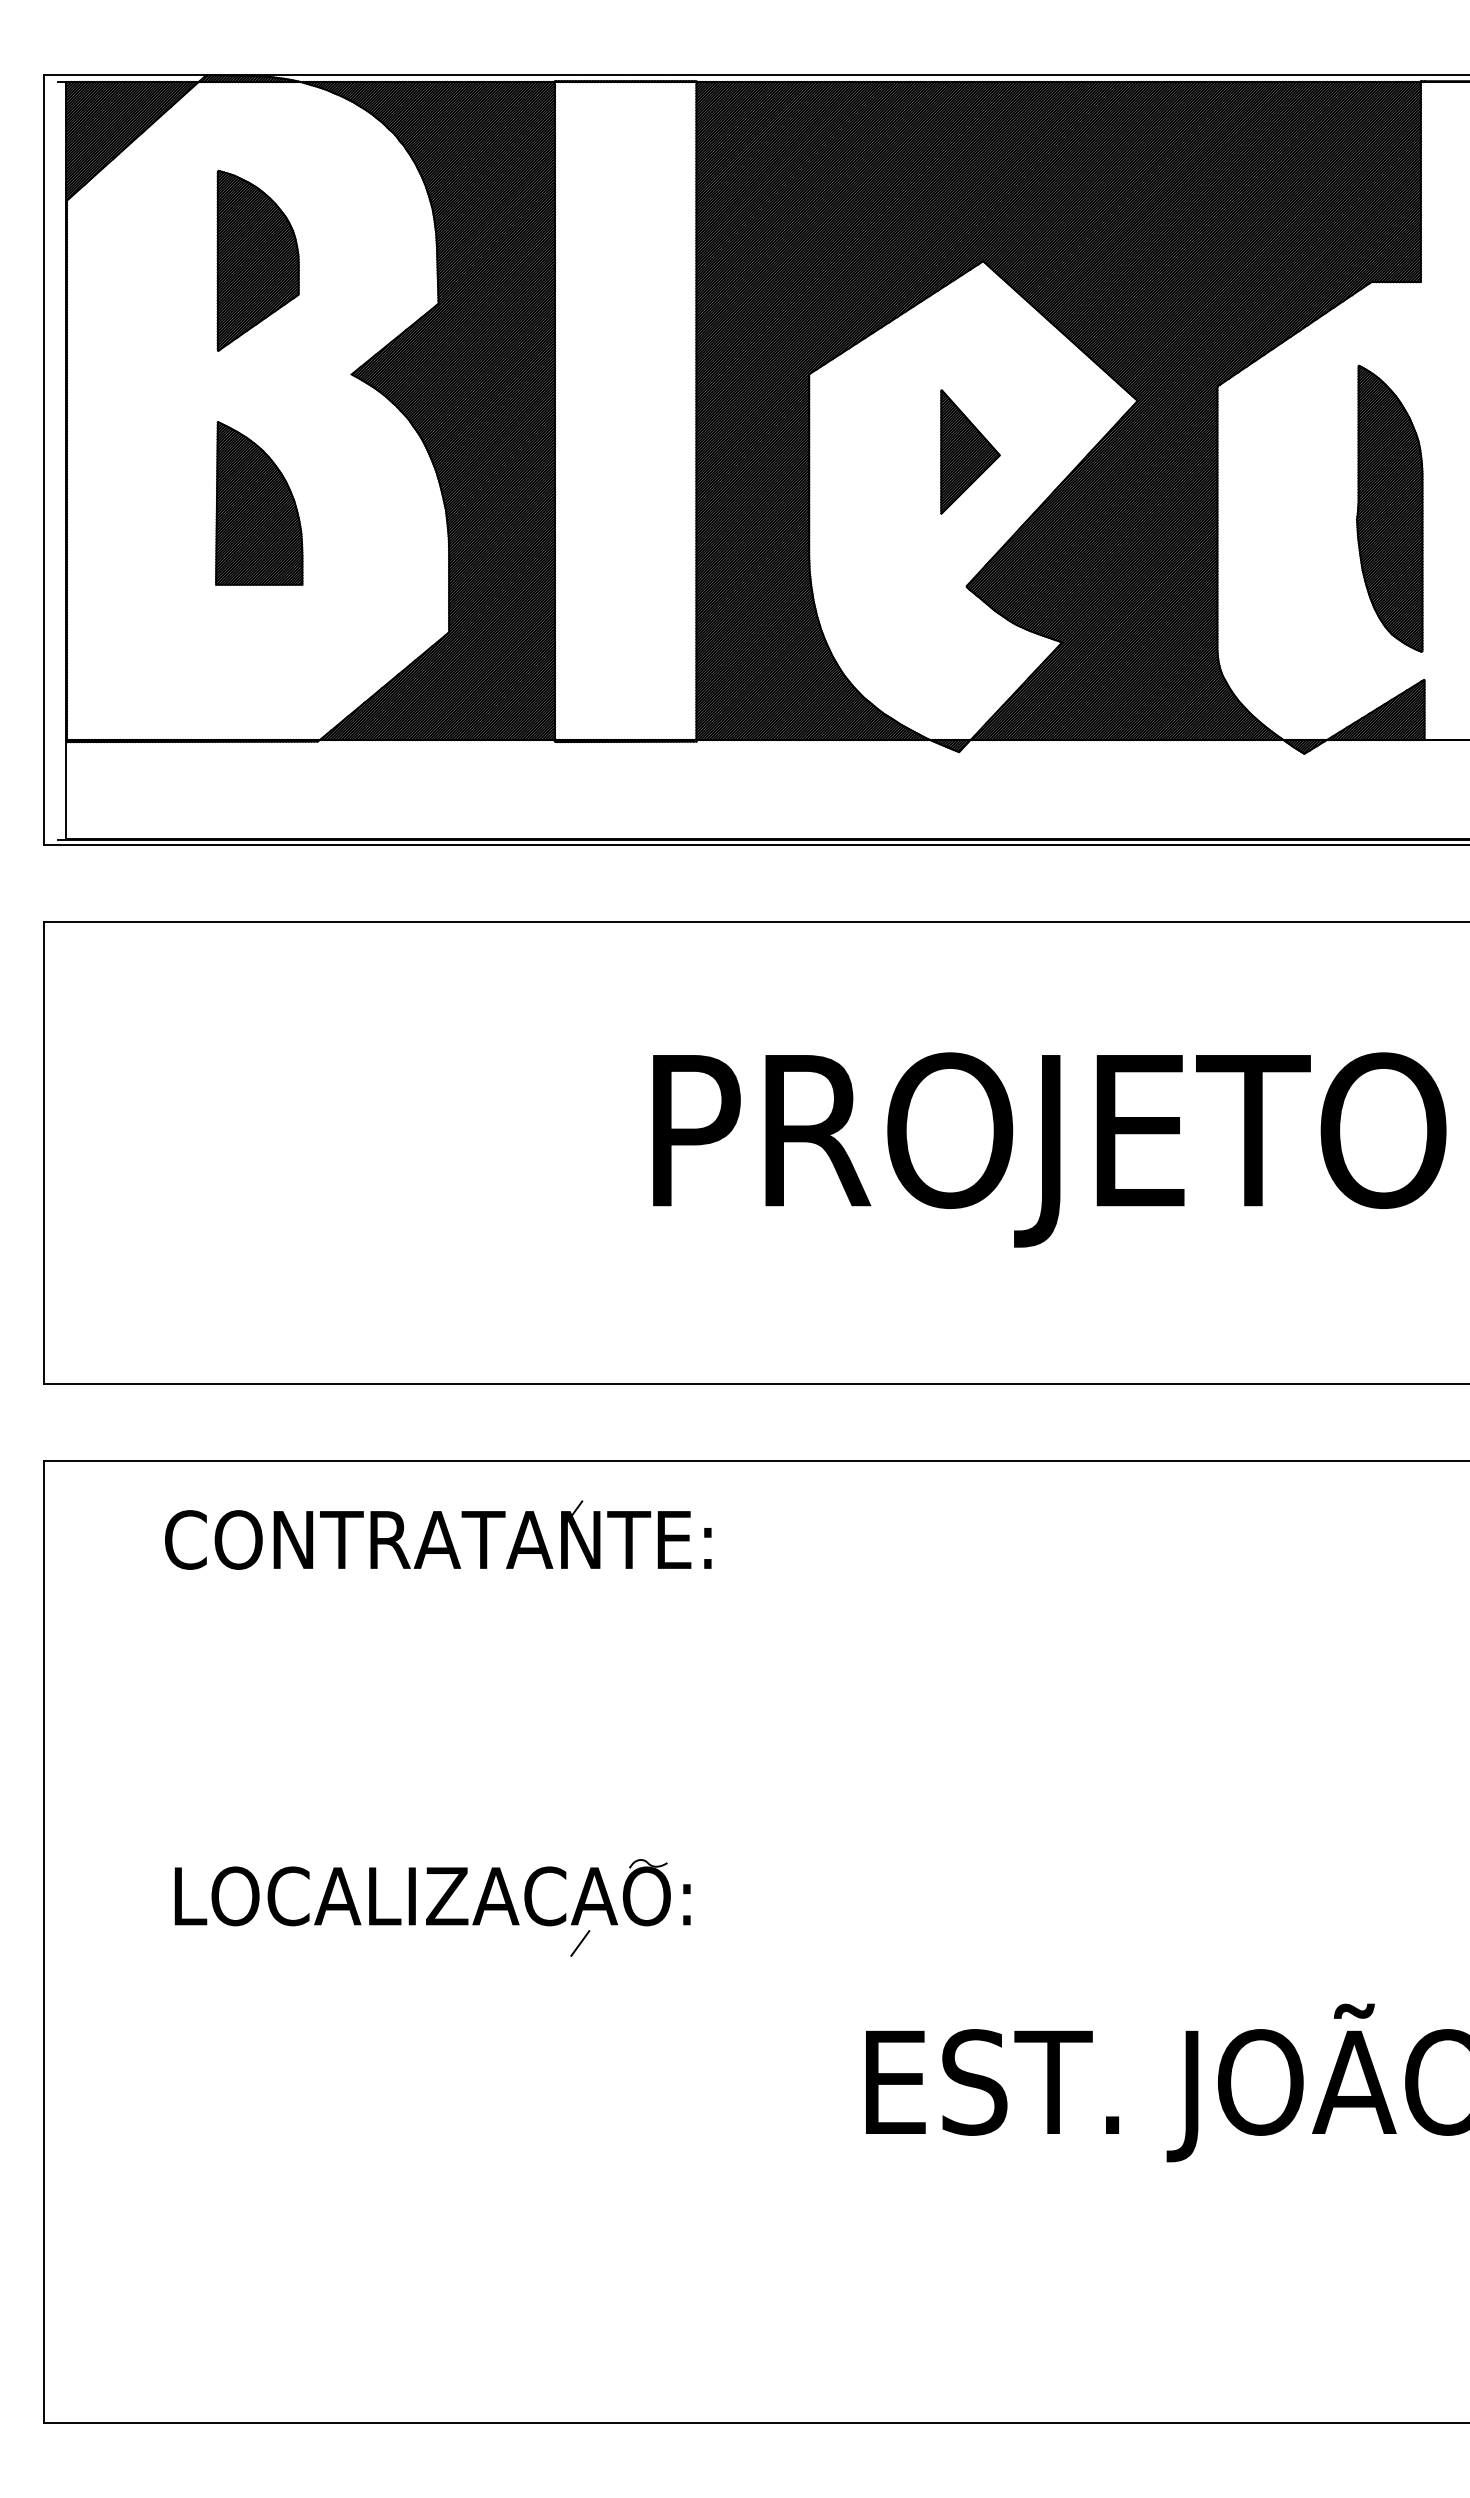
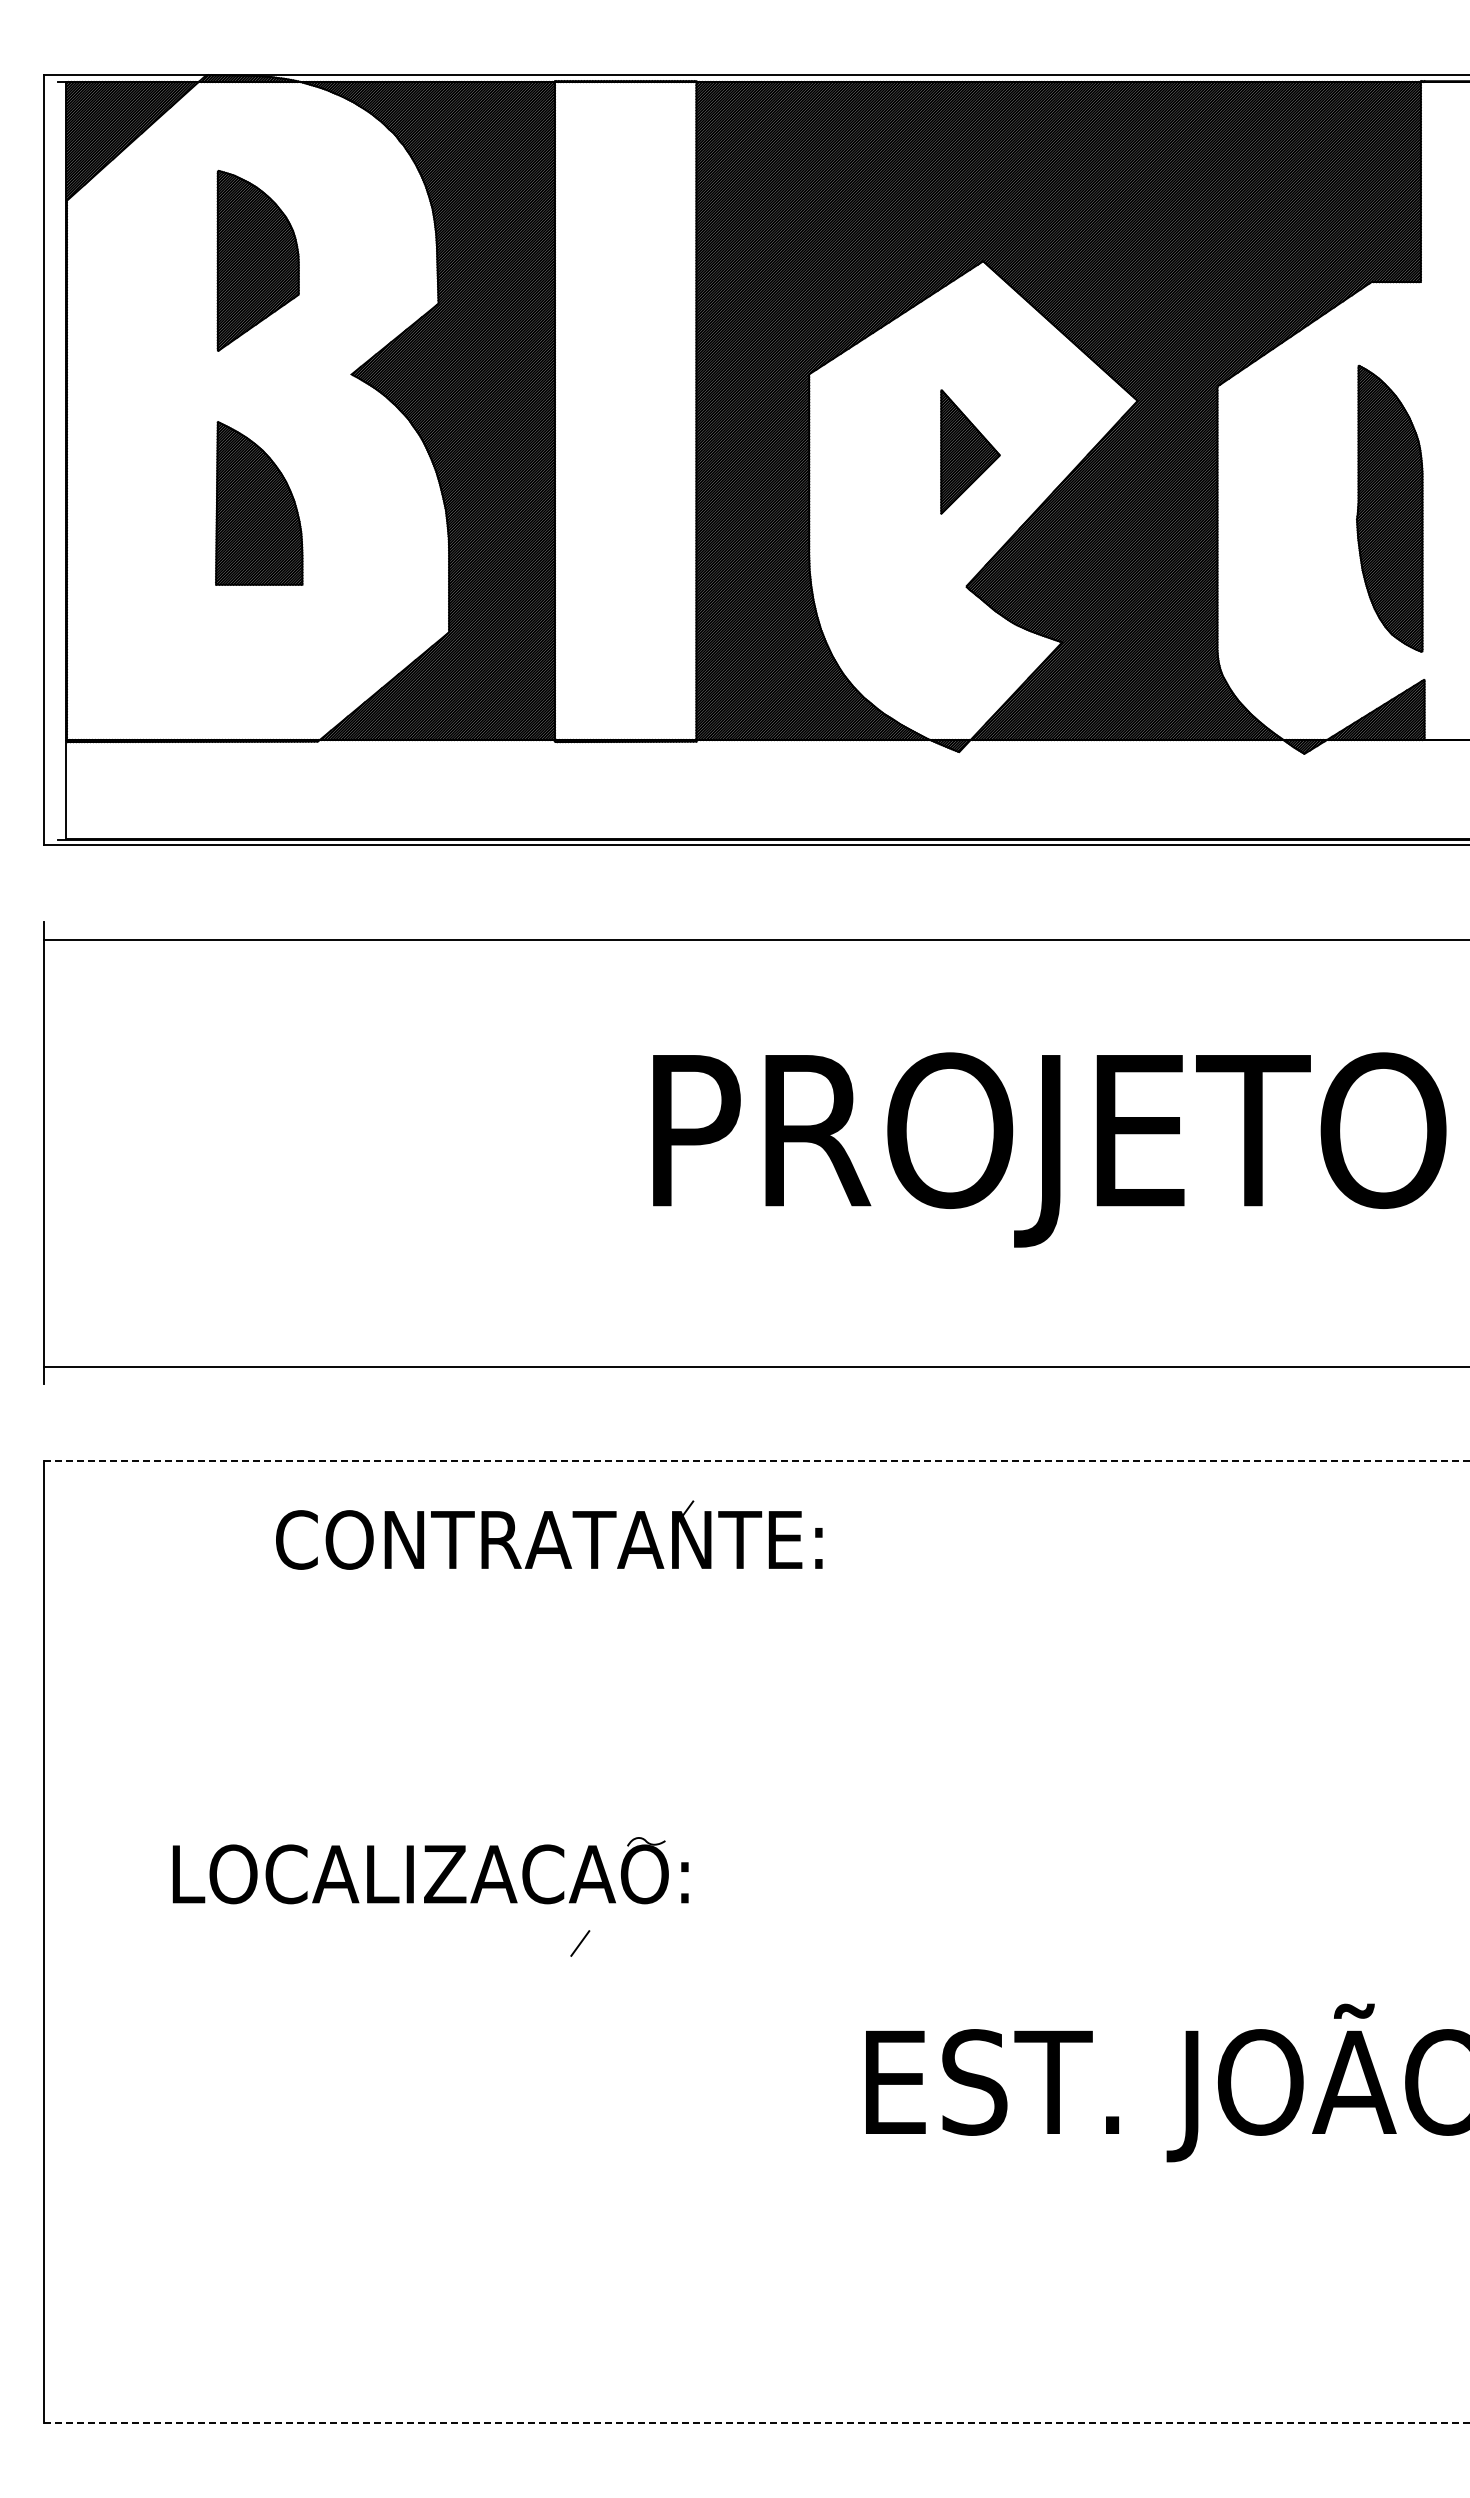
line at (755, 921) position: (755, 921) -> (755, 939)
line at (755, 1383) position: (755, 1383) -> (755, 1366)
line at (757, 1460): solid -> dashed
part at (438, 1534) position: (438, 1534) -> (549, 1534)
part at (441, 1897) position: (441, 1897) -> (439, 1875)
line at (757, 2423): solid -> dashed
